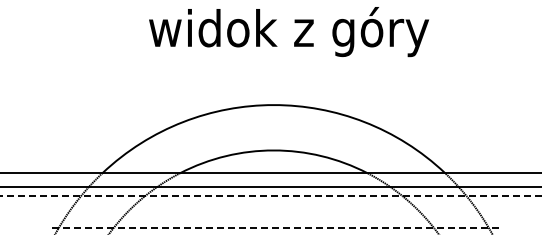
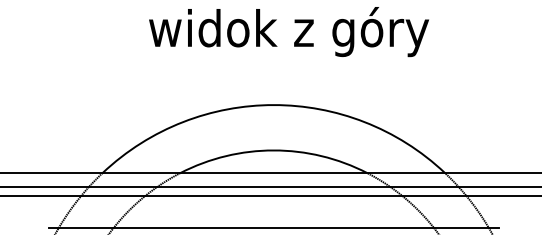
line at (270, 195): dashed -> solid
line at (273, 228): dashed -> solid
